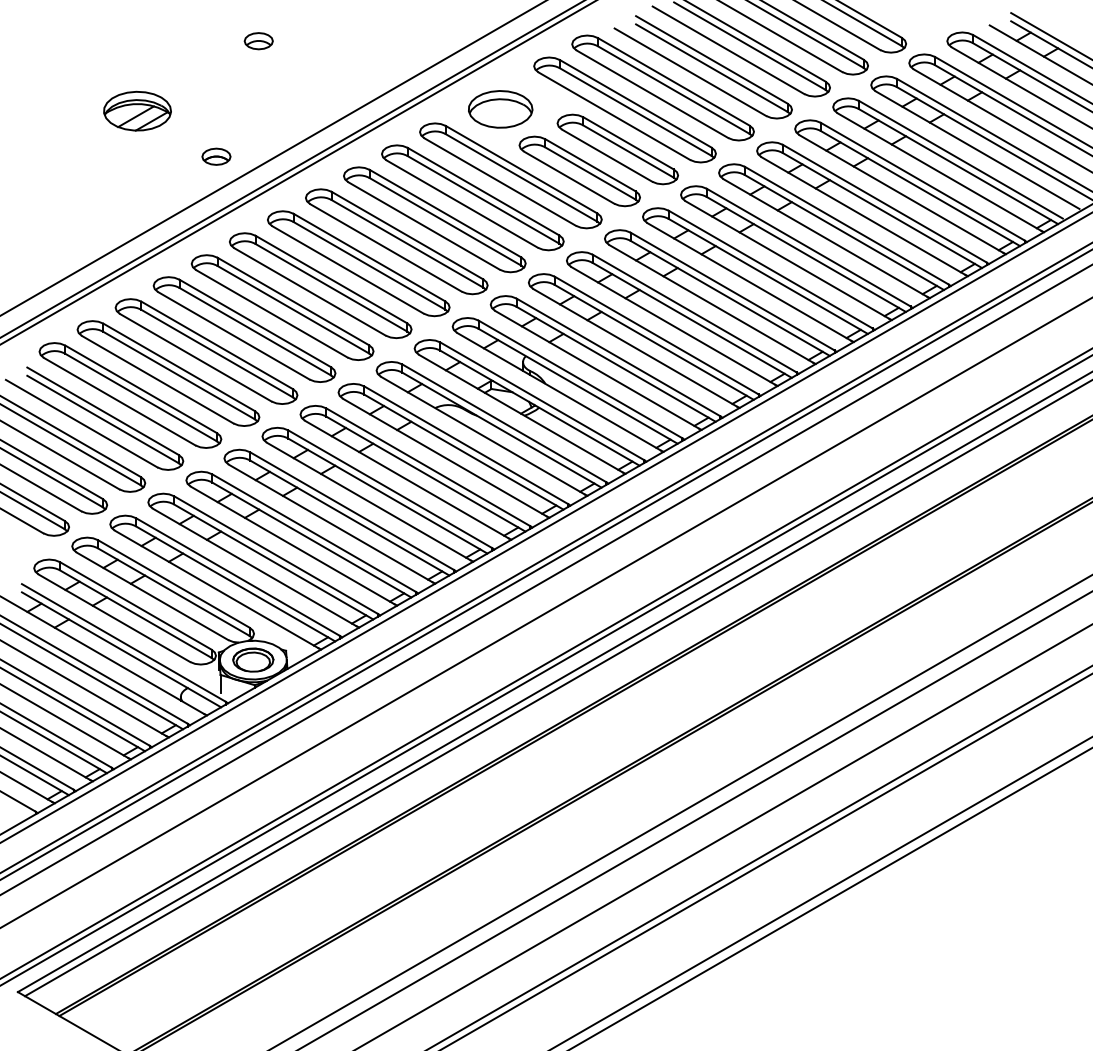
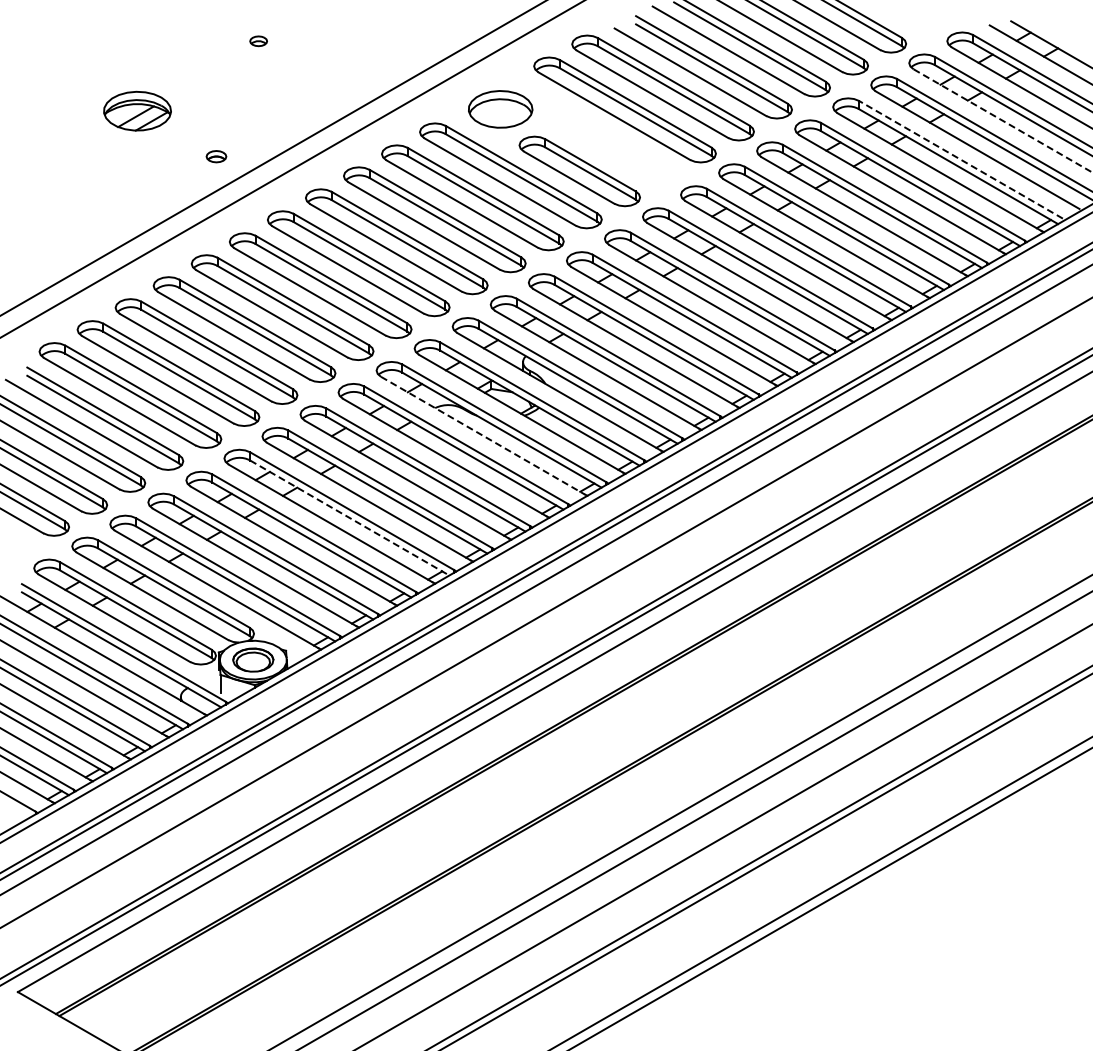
line at (1050, 35): present -> none
part at (258, 41) size: 31x19 px -> 19x13 px
line at (1003, 121): solid -> dashed
part at (617, 149): present -> none
part at (216, 156) size: 31x19 px -> 23x14 px
line at (960, 159): solid -> dashed
line at (297, 172): present -> none
line at (482, 435): solid -> dashed
line at (349, 518): solid -> dashed
line at (557, 688): present -> none
